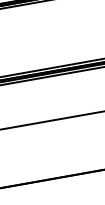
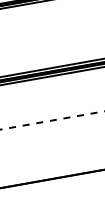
line at (52, 120): solid -> dashed
